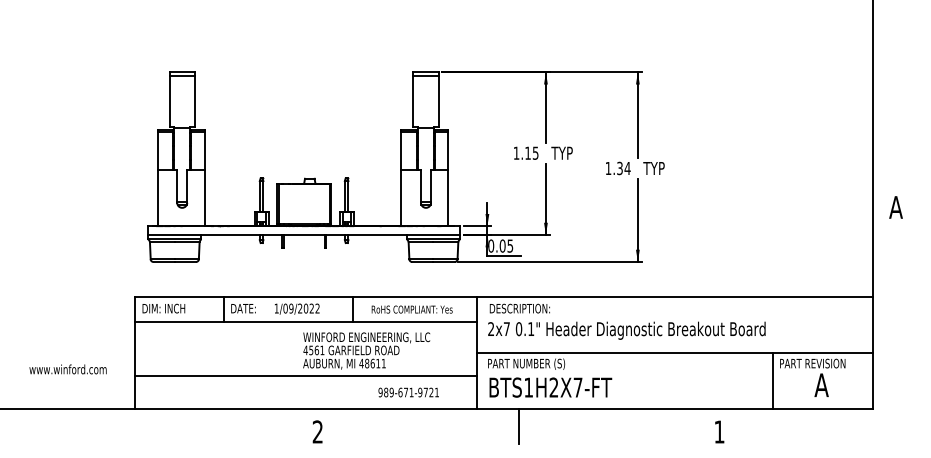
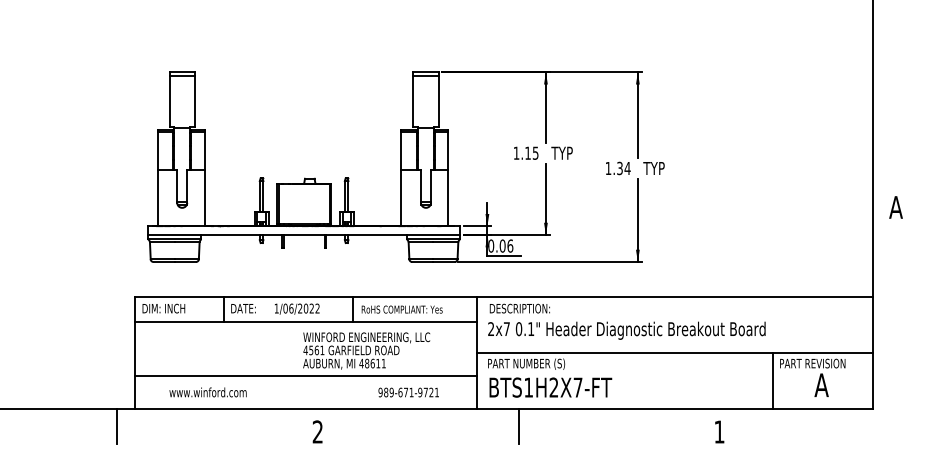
text at (510, 245): 0.05 -> 0.06
text at (291, 308): 1/09/2022 -> 1/06/2022
text at (411, 309) position: (411, 309) -> (401, 309)
text at (67, 369) position: (67, 369) -> (207, 392)
line at (117, 426): none -> present
